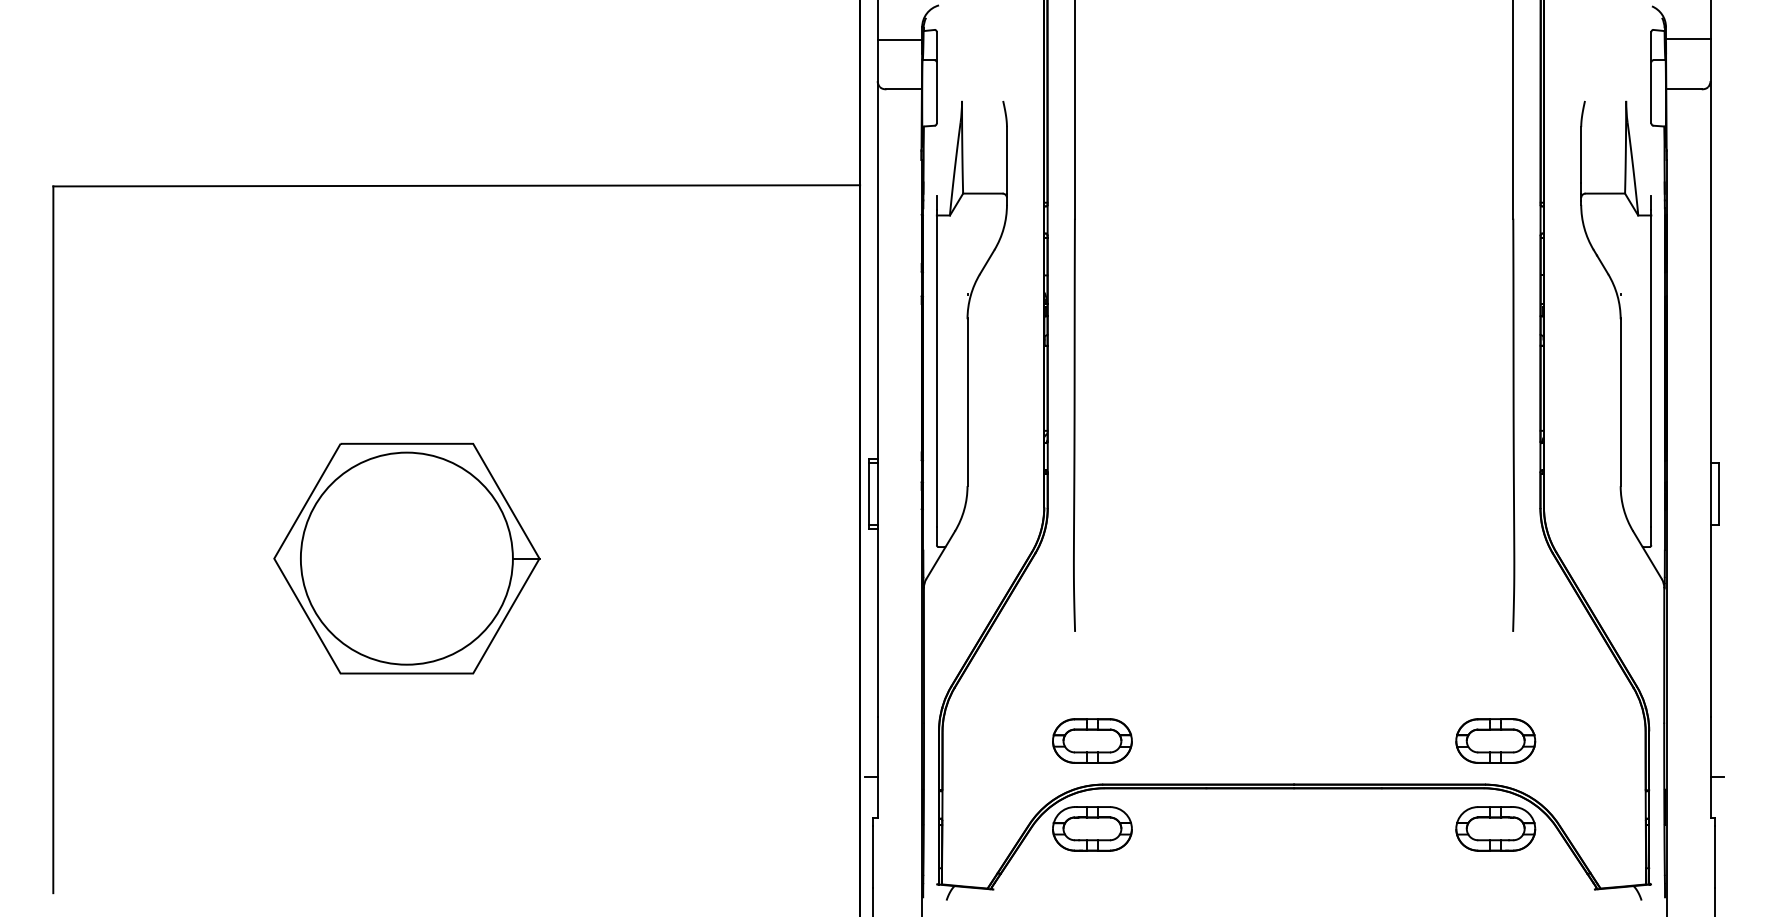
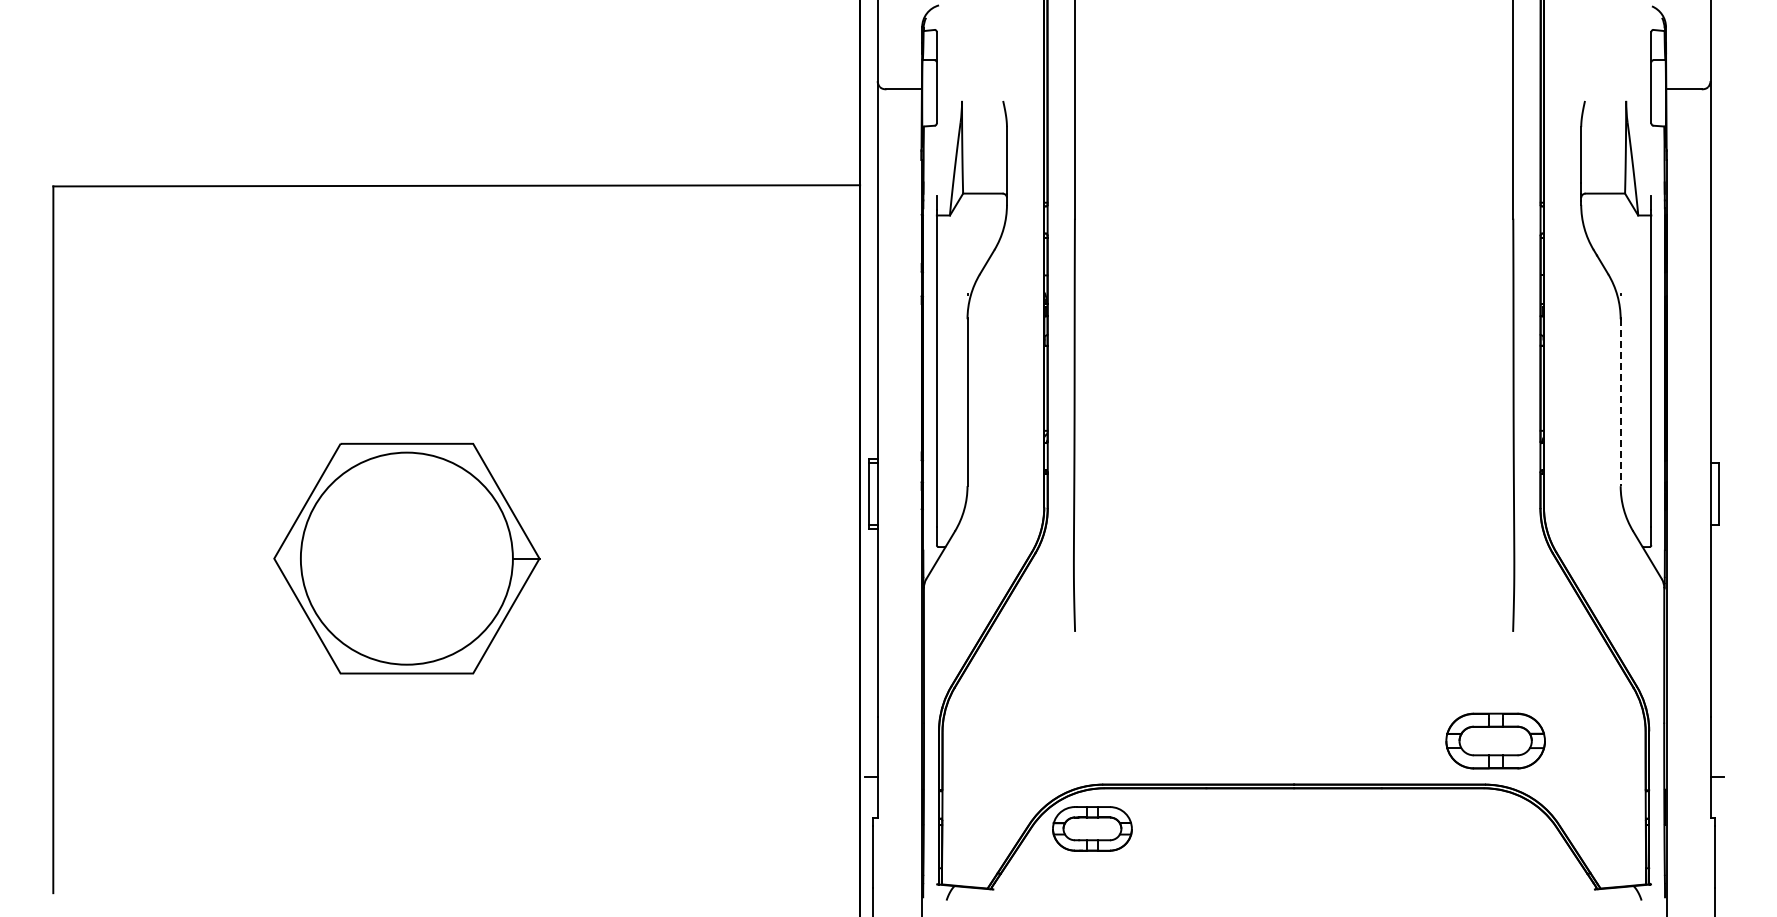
line at (899, 39): present -> none
line at (1688, 39): present -> none
line at (1620, 403): solid -> dashed
part at (1092, 740): present -> none
part at (1495, 740) size: 82x46 px -> 101x58 px
part at (1495, 828): present -> none
